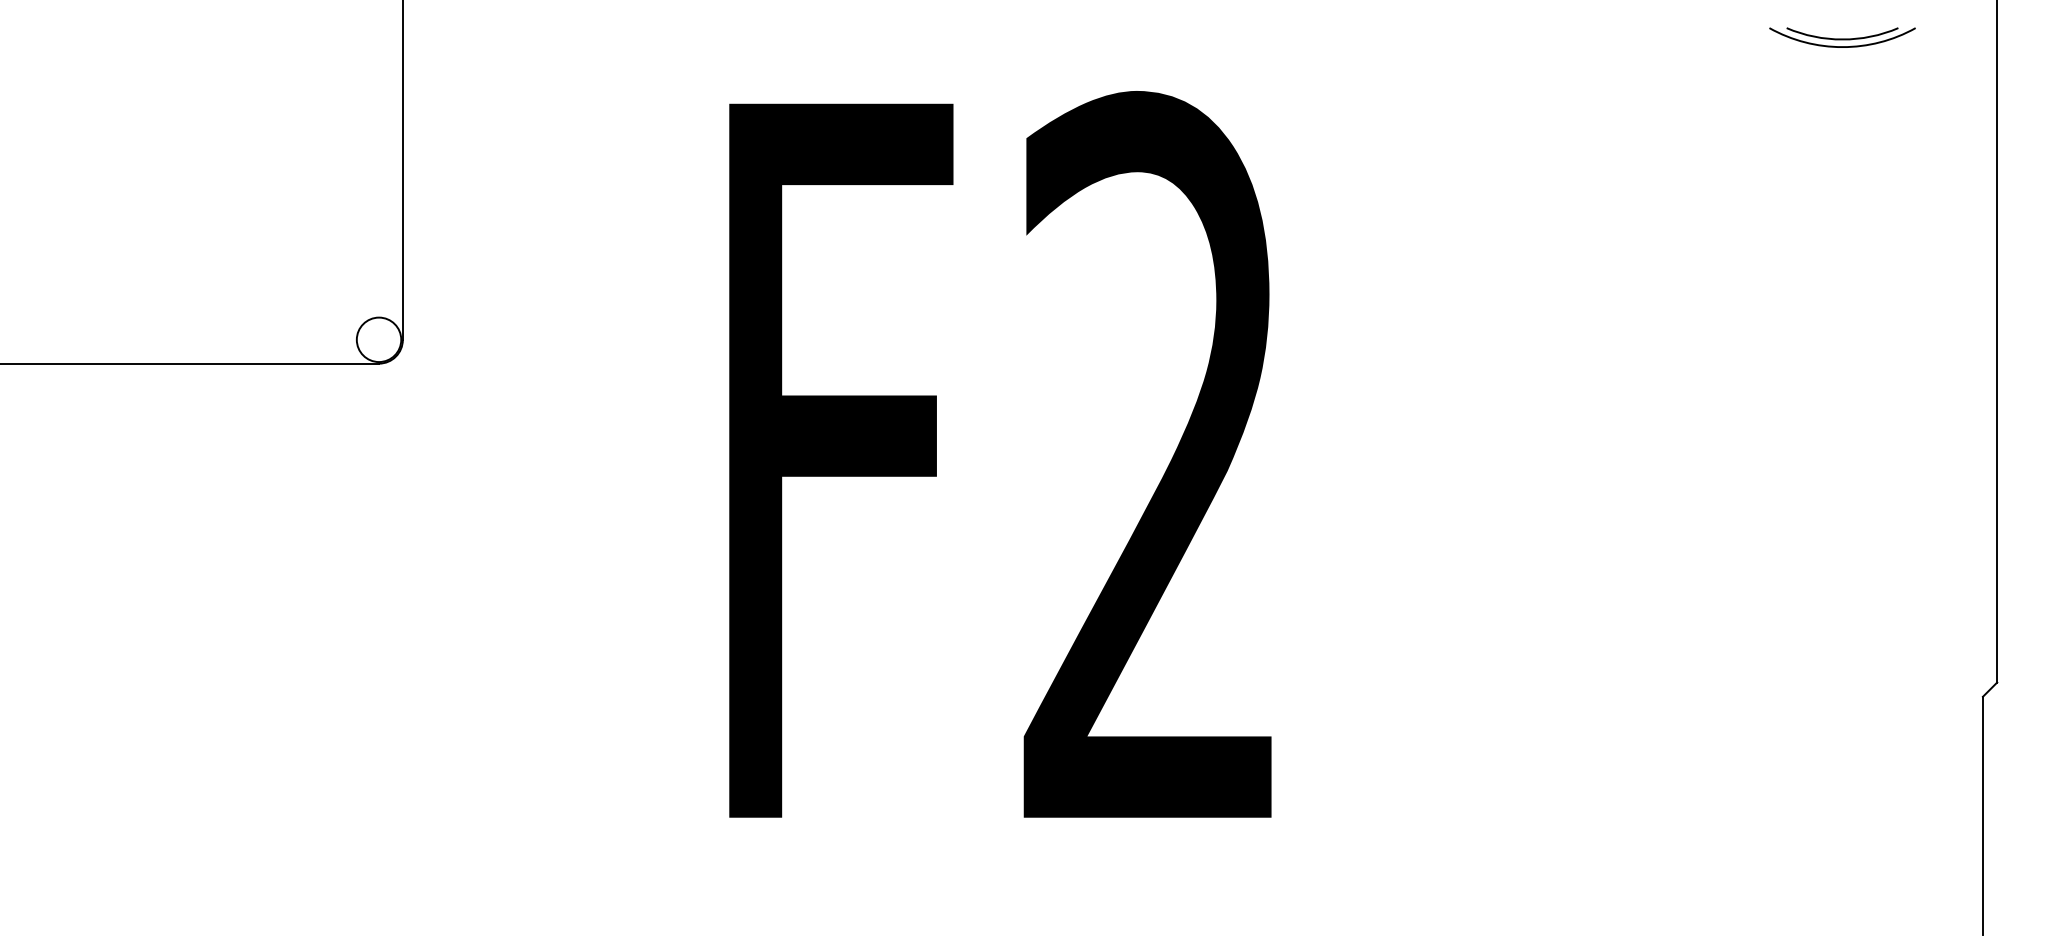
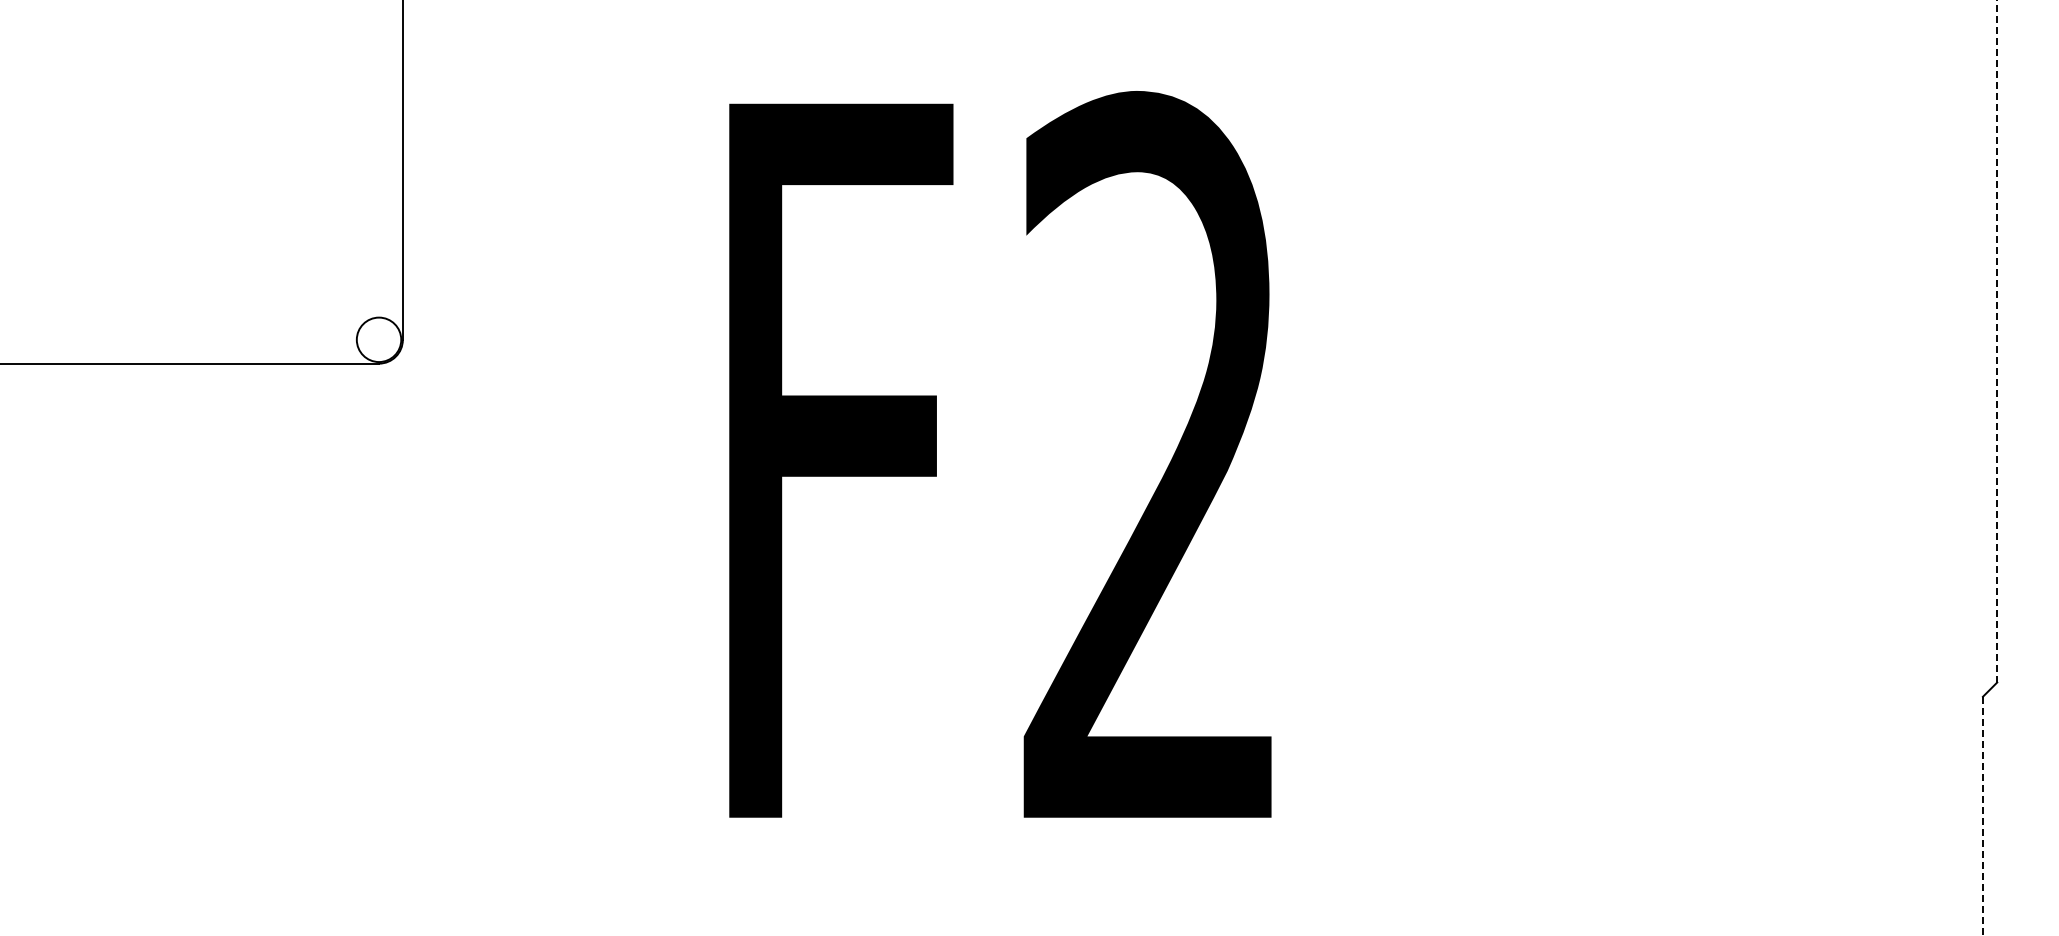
part at (1842, 37): present -> none
line at (1997, 340): solid -> dashed
line at (1982, 815): solid -> dashed
